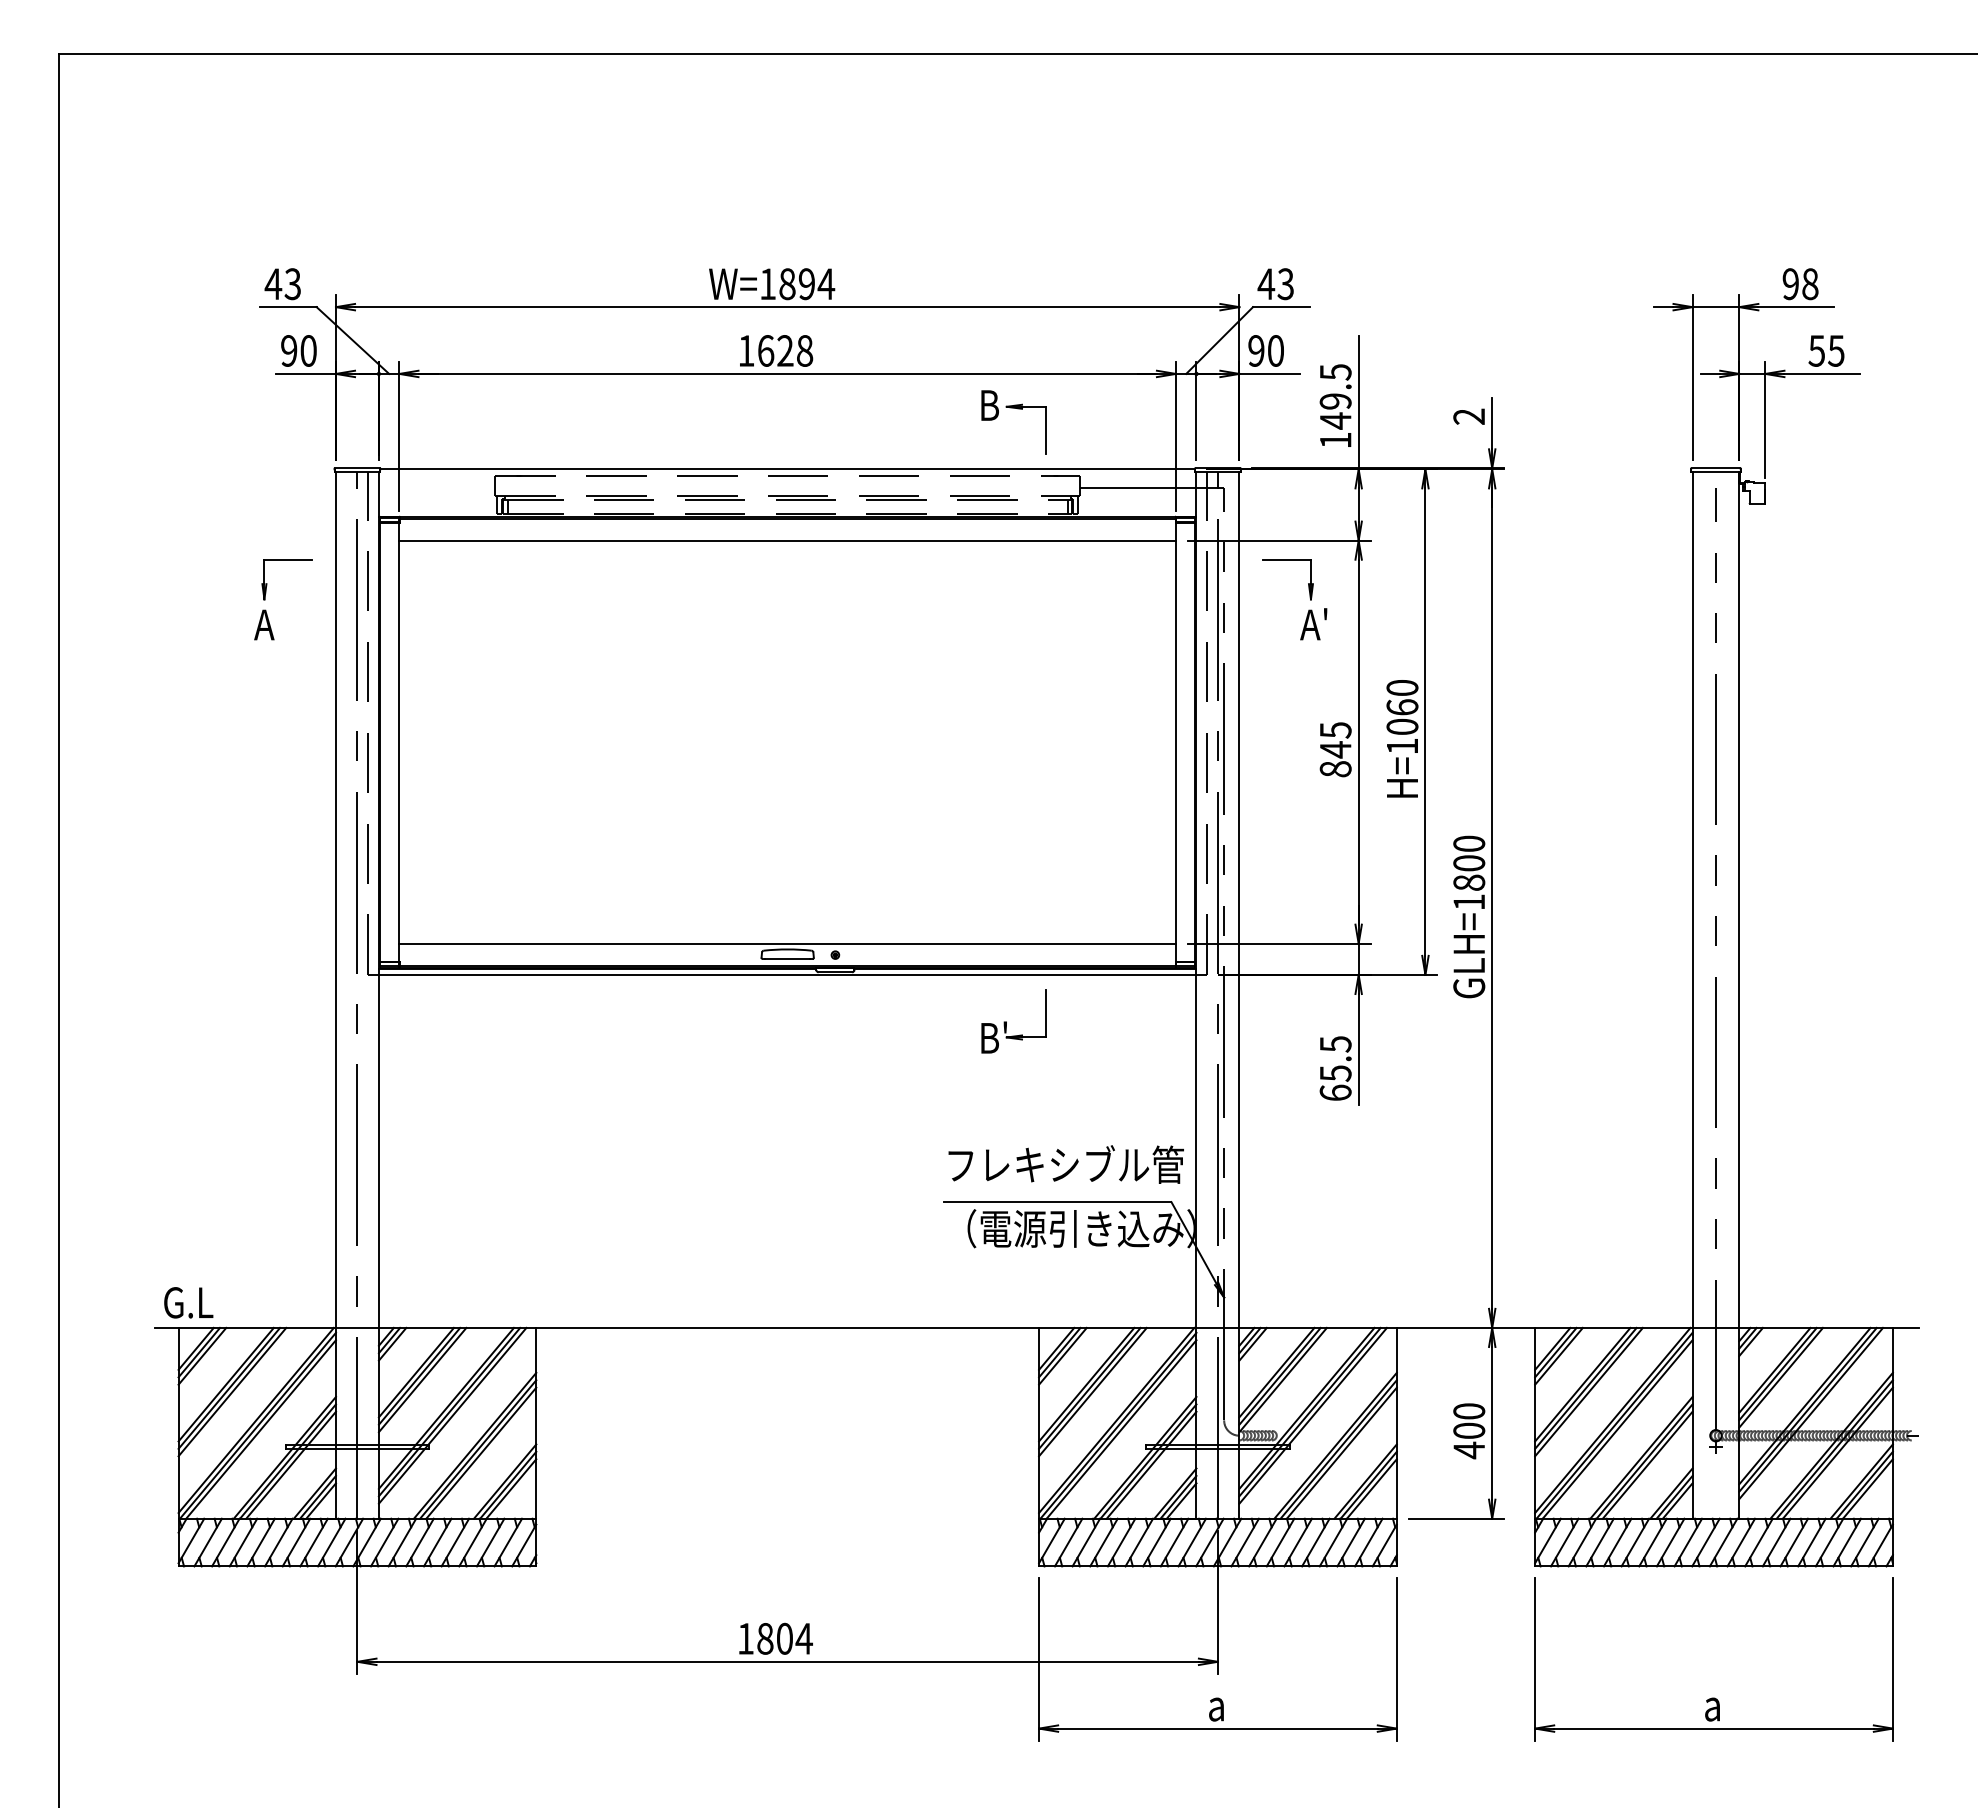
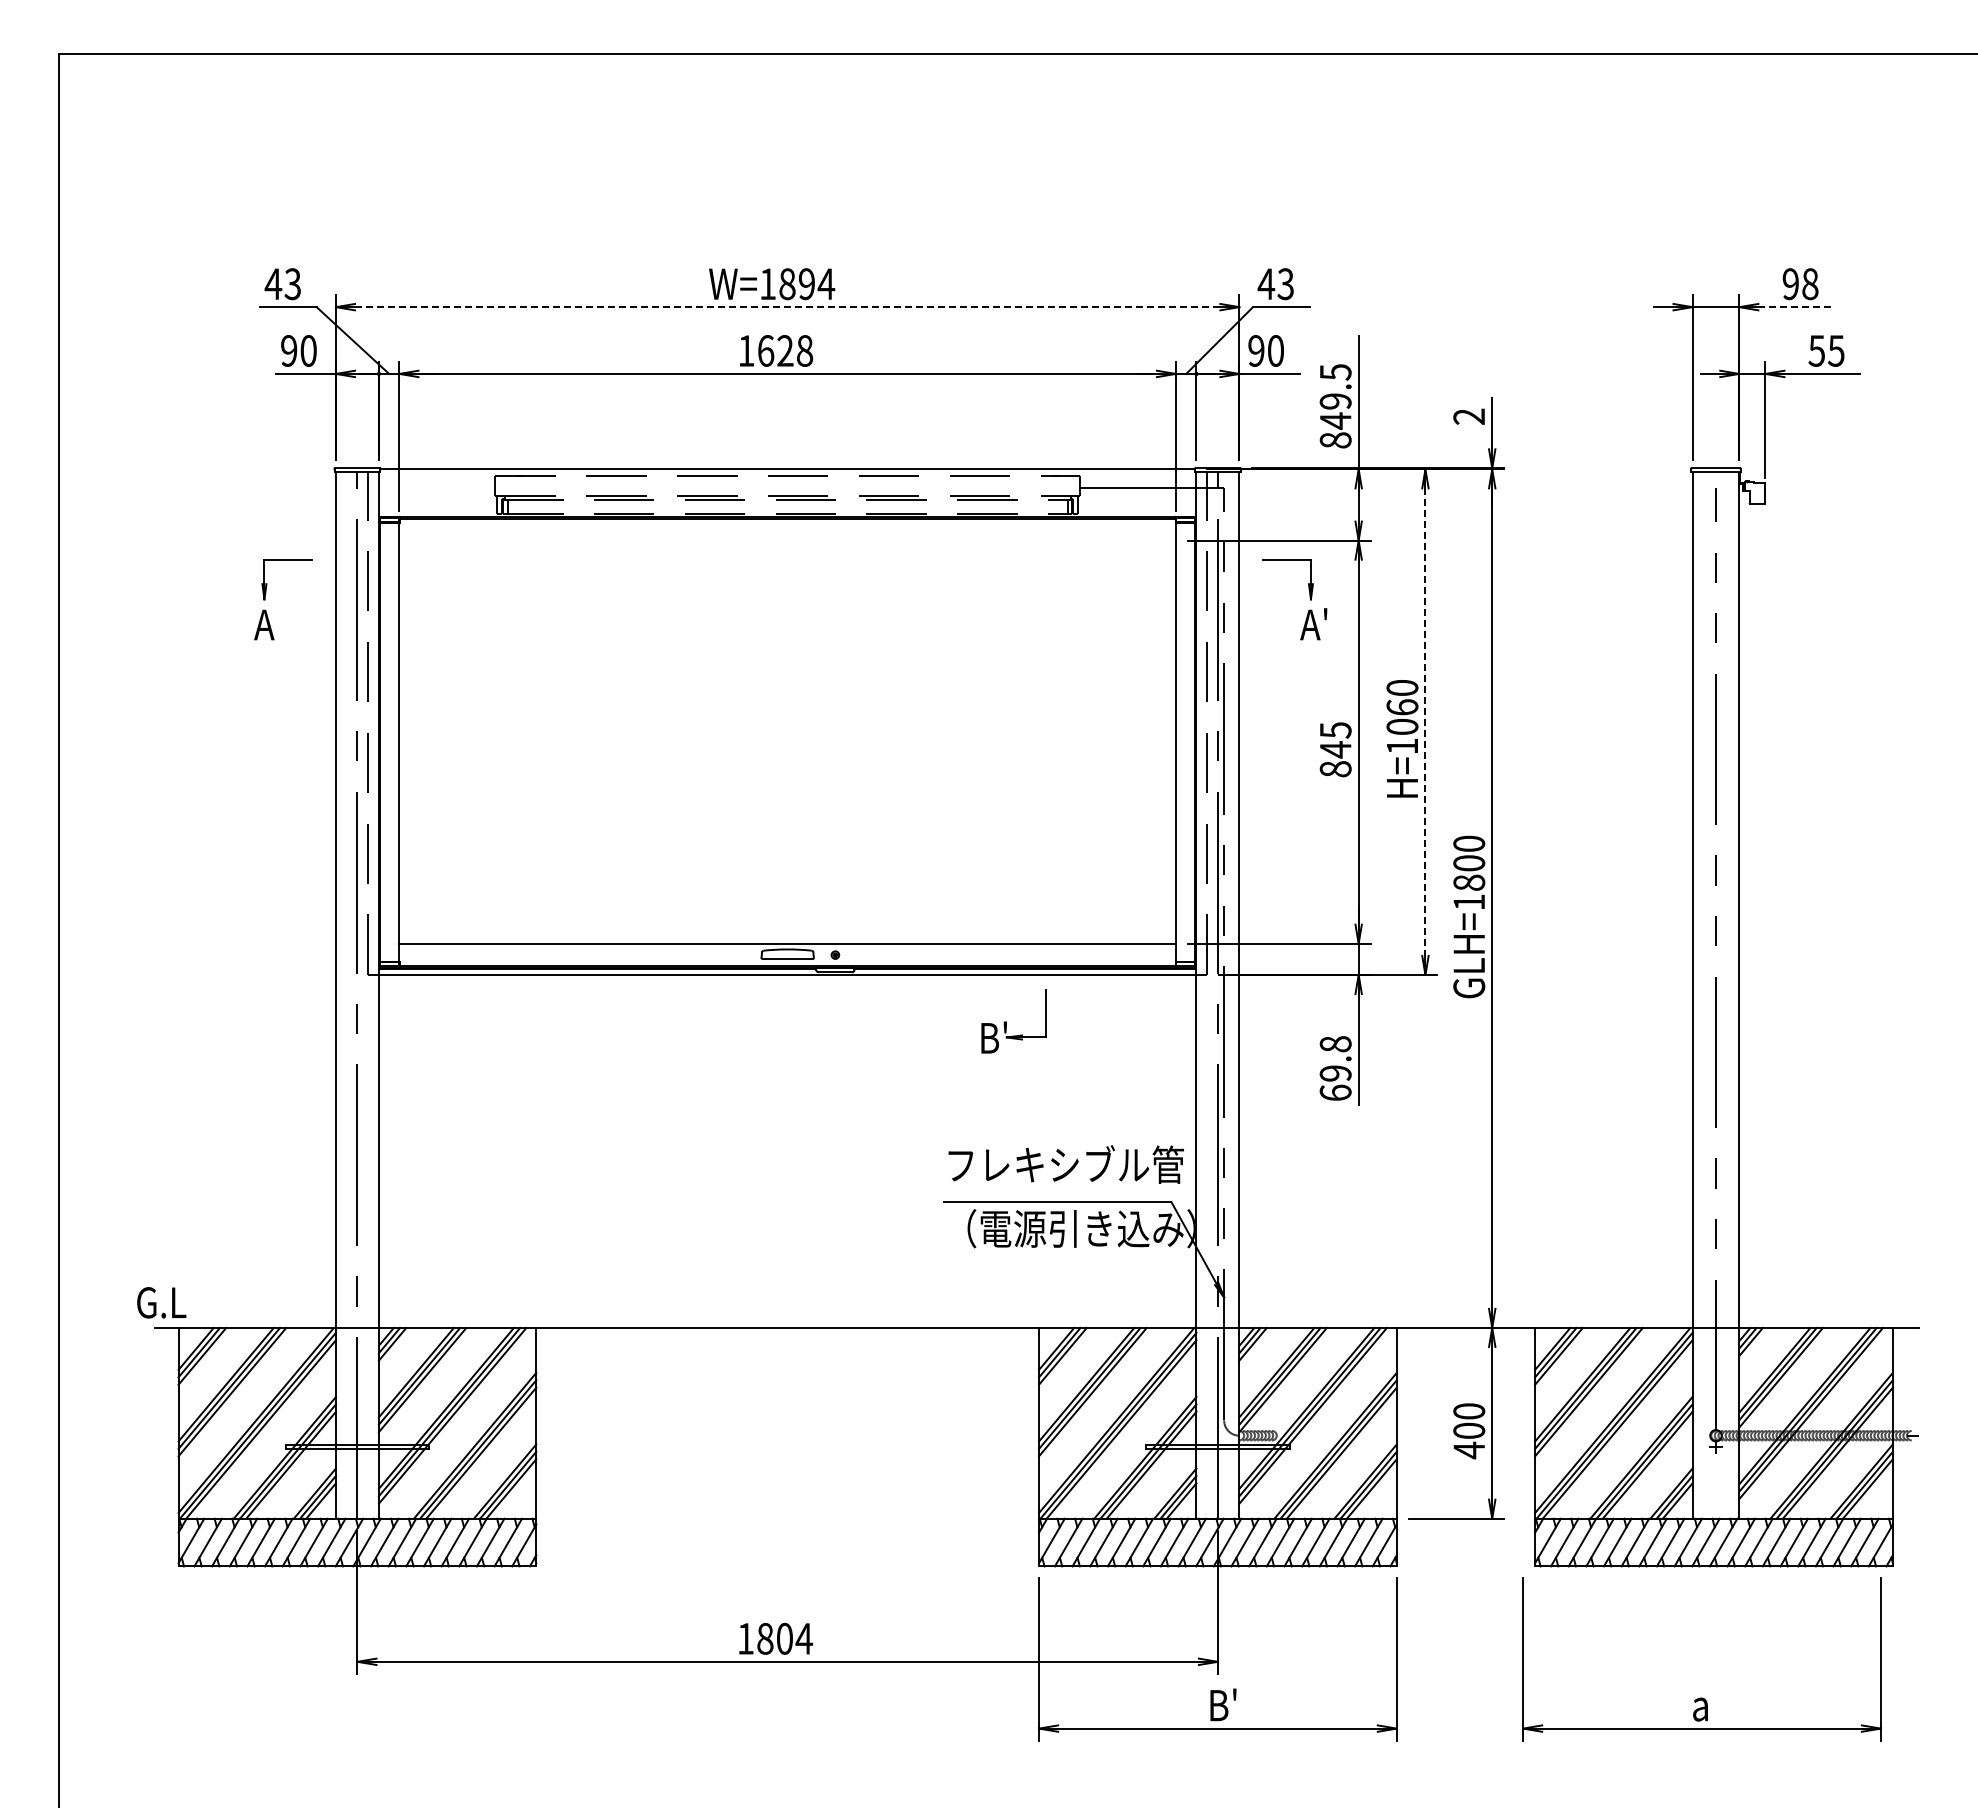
line at (787, 307): solid -> dashed
line at (1796, 307): solid -> dashed
part at (1017, 409): present -> none
text at (1335, 440): 149.5 -> 849.5
line at (787, 540): present -> none
line at (1425, 722): solid -> dashed
text at (1335, 1058): 65.5 -> 69.8
text at (188, 1302) position: (188, 1302) -> (161, 1302)
part at (1713, 1697) position: (1713, 1697) -> (1701, 1697)
text at (1222, 1704): a -> B'
